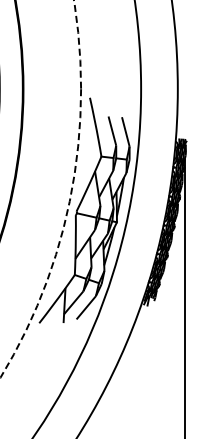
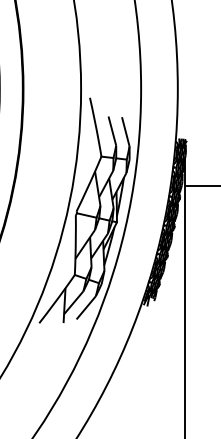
line at (200, 185): none -> present
circle at (40, 189): dashed -> solid
